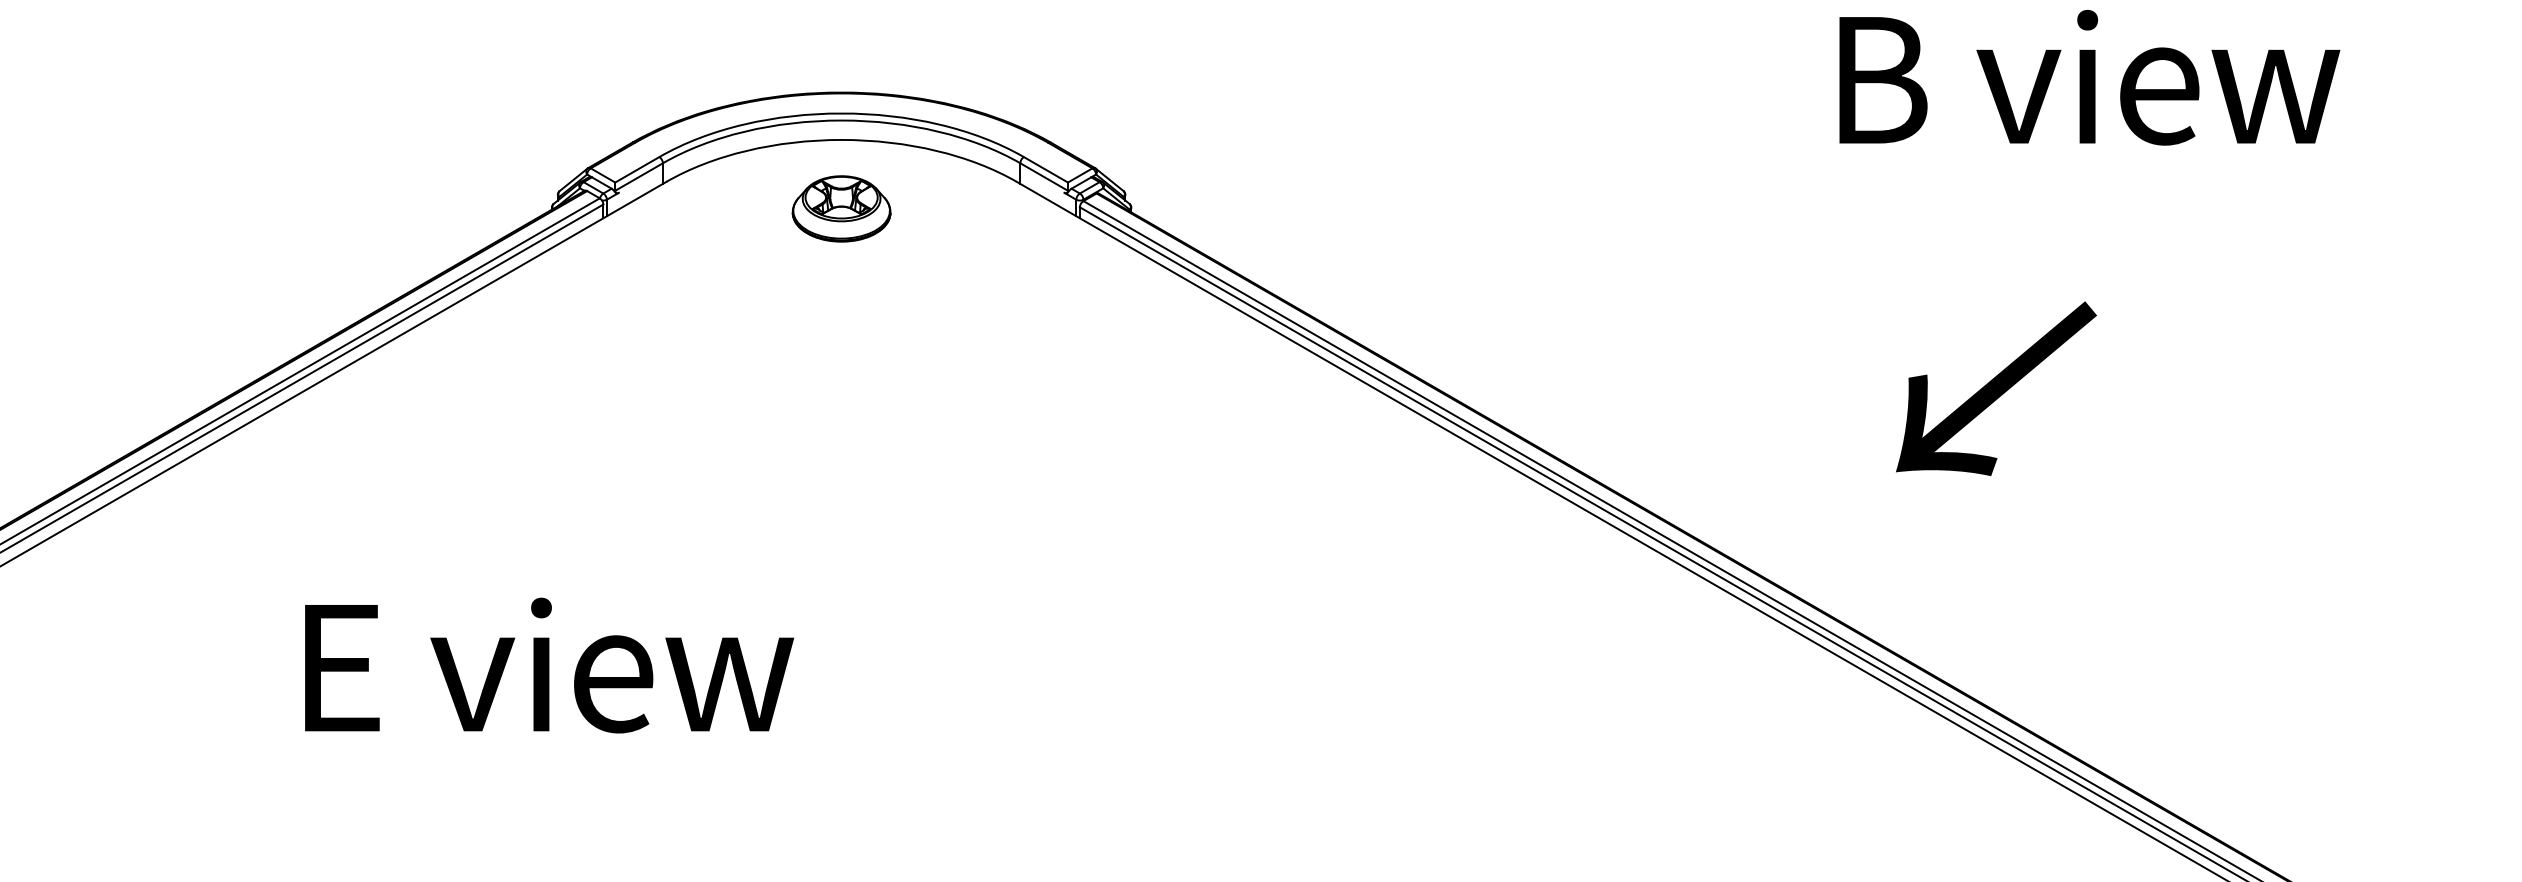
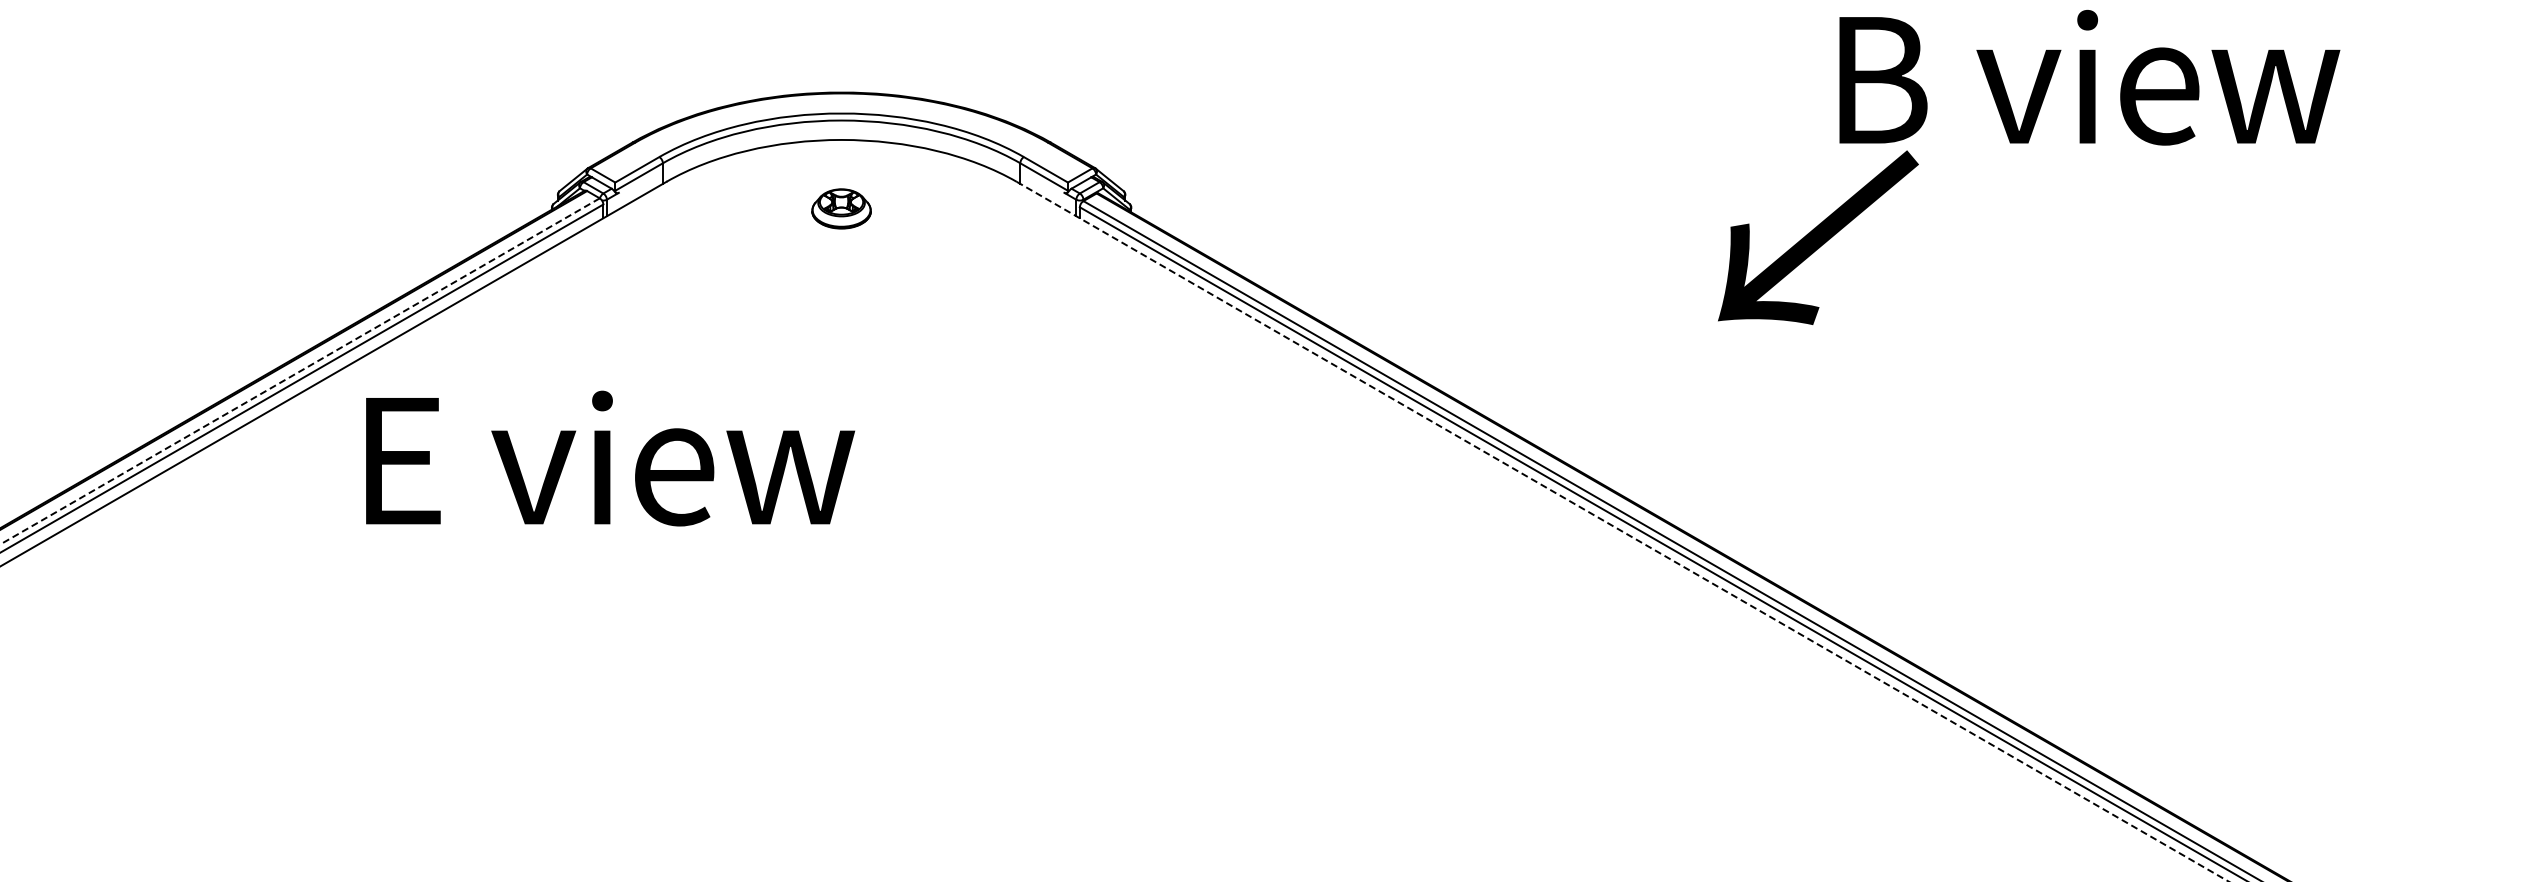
part at (841, 208) size: 101x68 px -> 61x42 px
line at (300, 371): solid -> dashed
text at (1996, 388) position: (1996, 388) -> (1818, 237)
line at (1622, 531): solid -> dashed
text at (549, 665) position: (549, 665) -> (610, 458)
